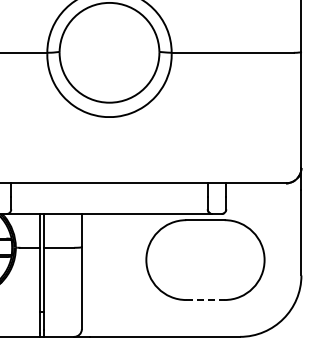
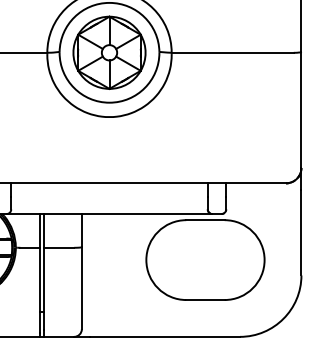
part at (109, 52): none -> present
line at (205, 300): dashed -> solid
